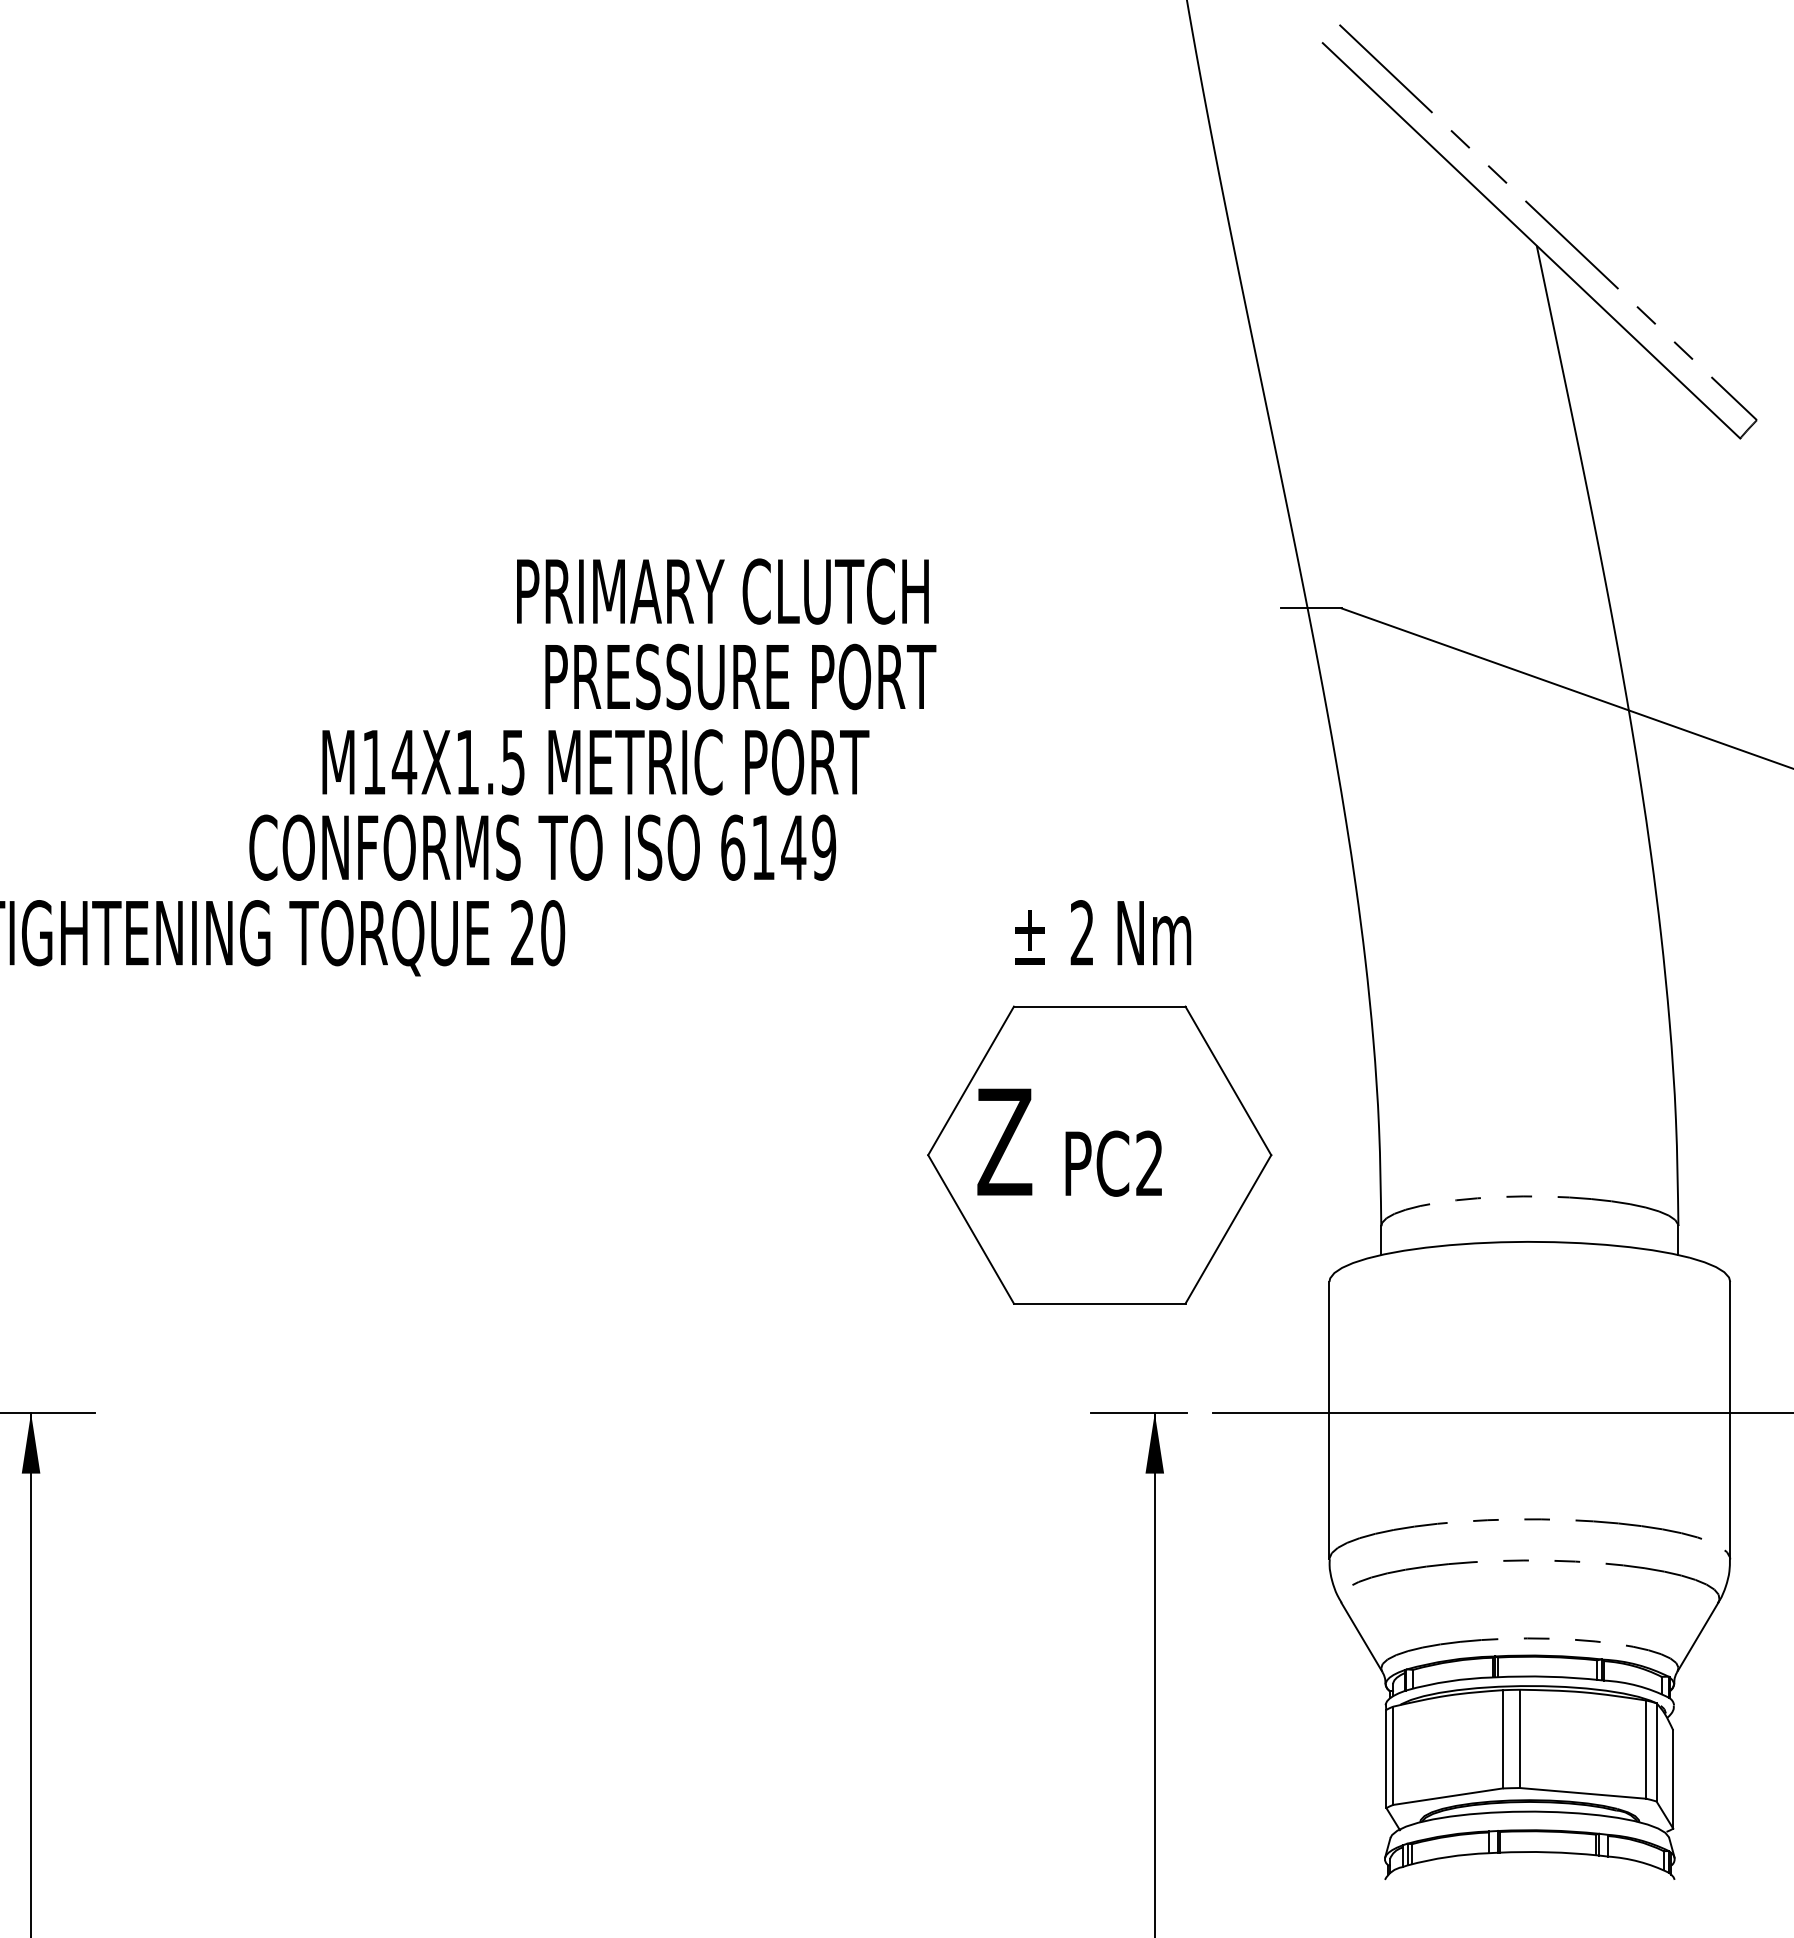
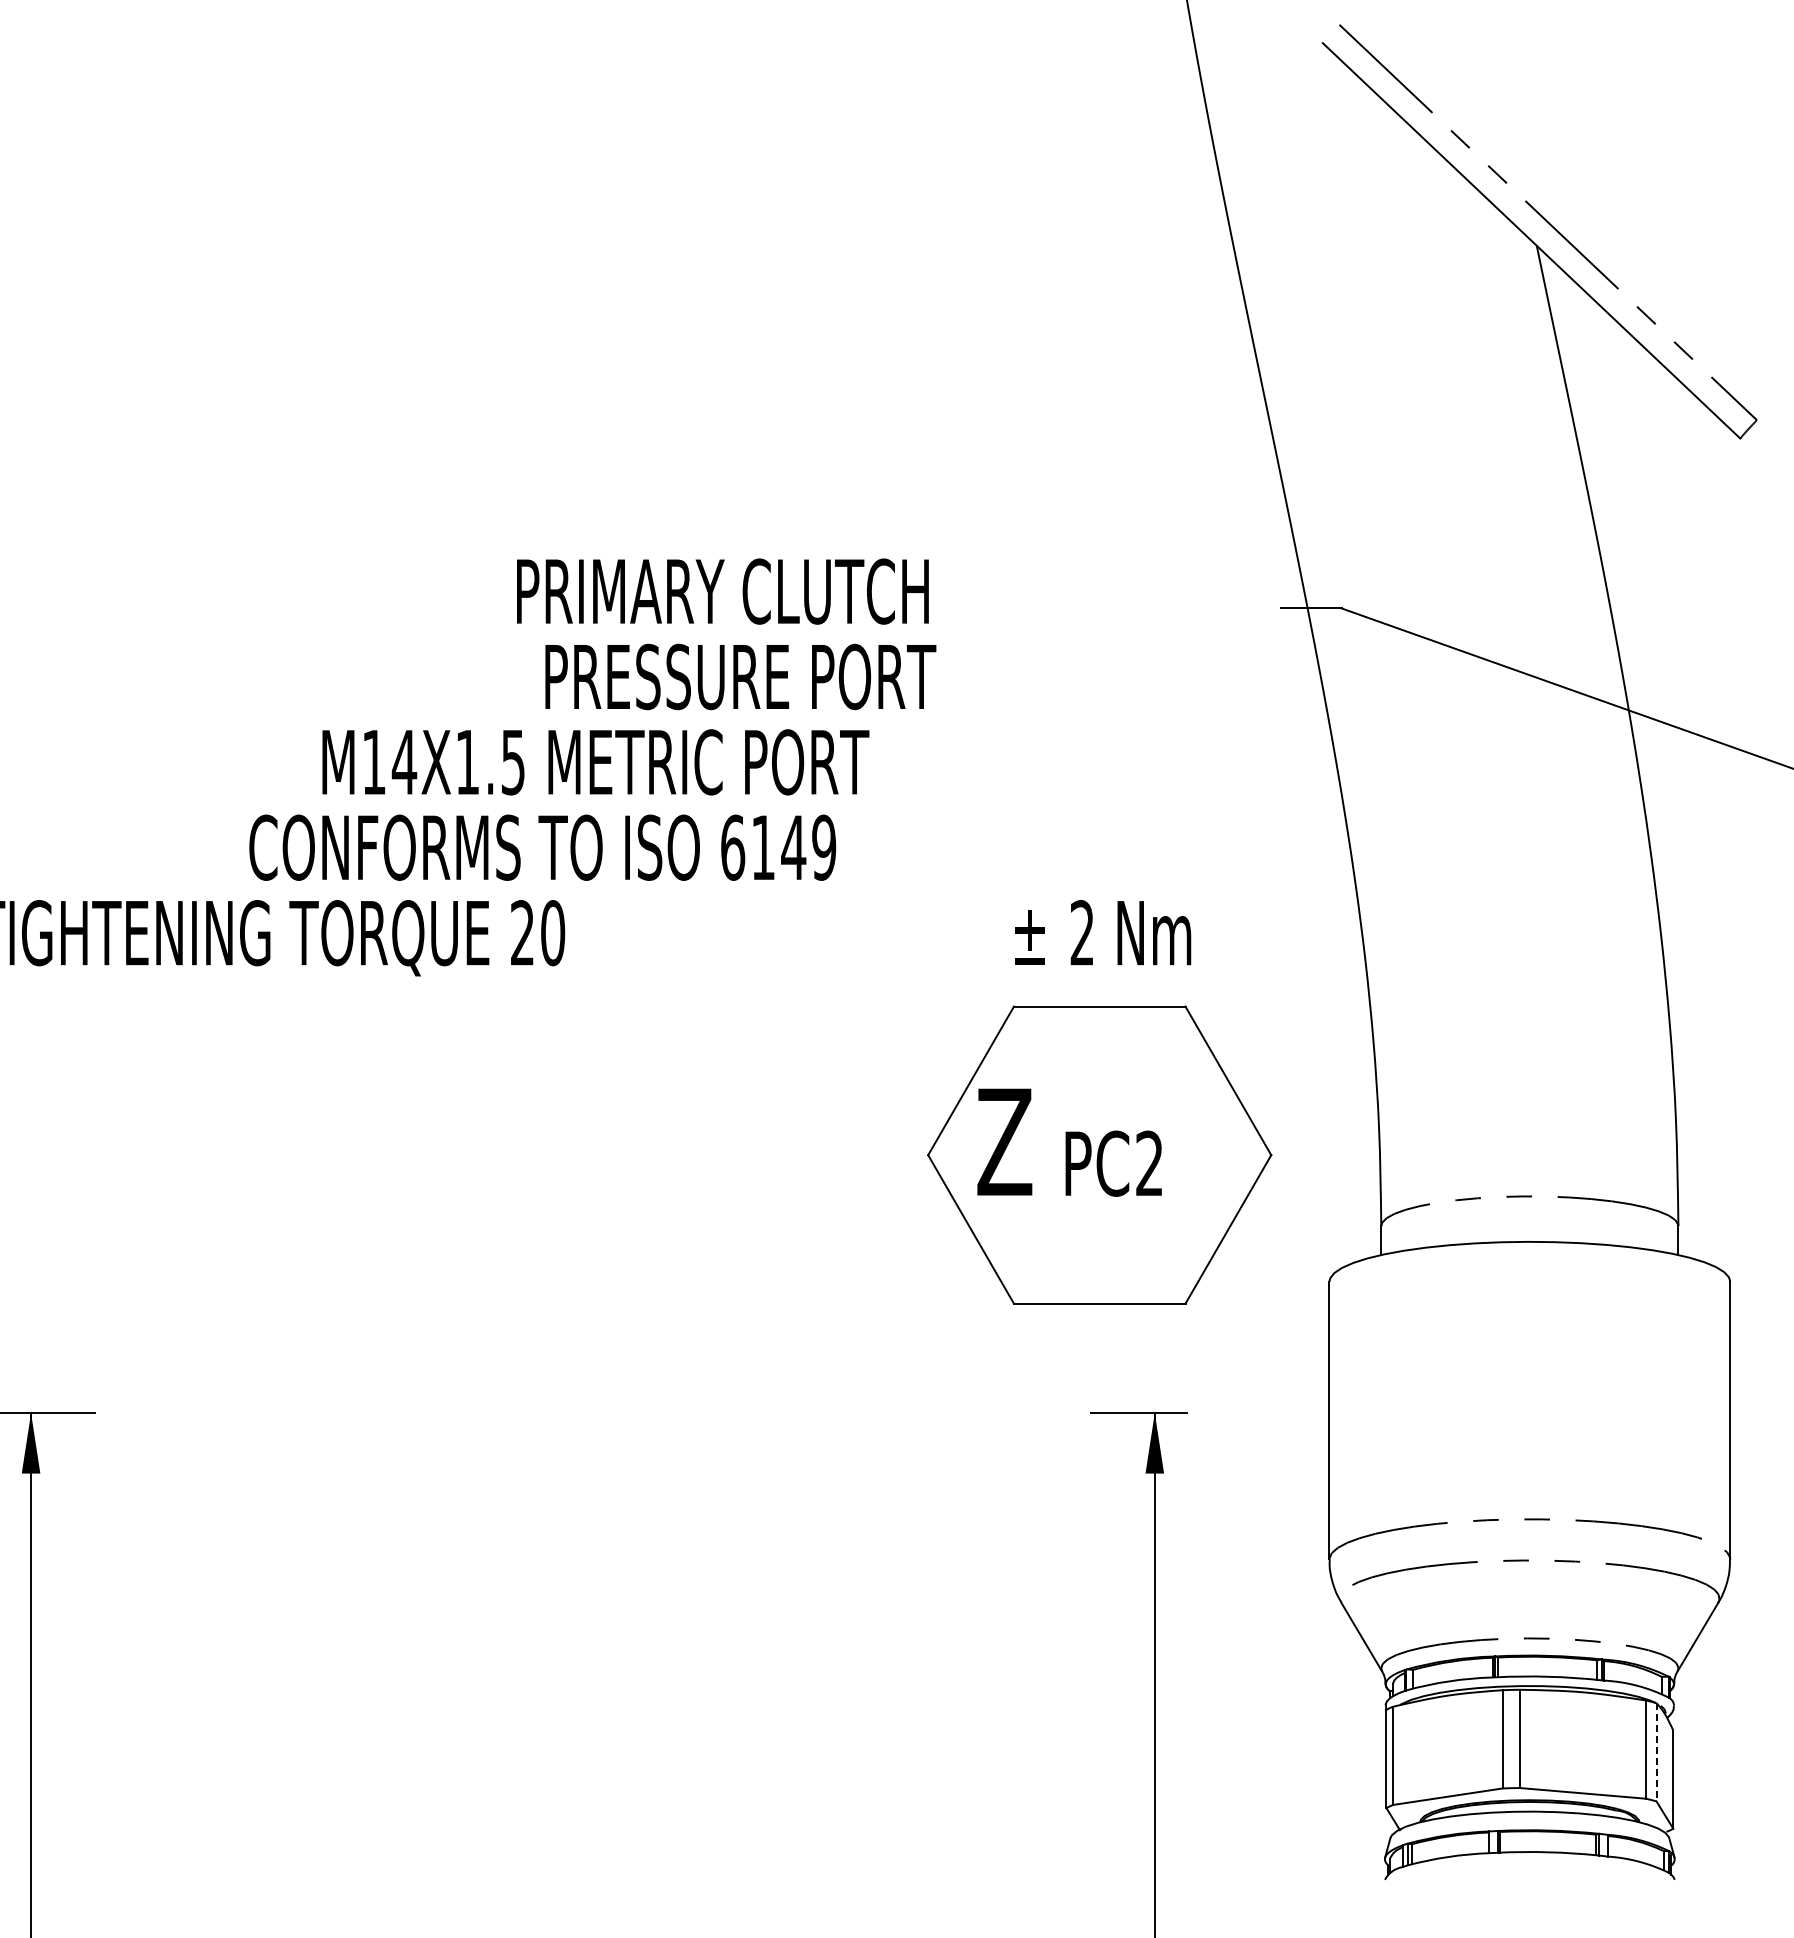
line at (1501, 1413): present -> none
line at (1656, 1752): solid -> dashed
